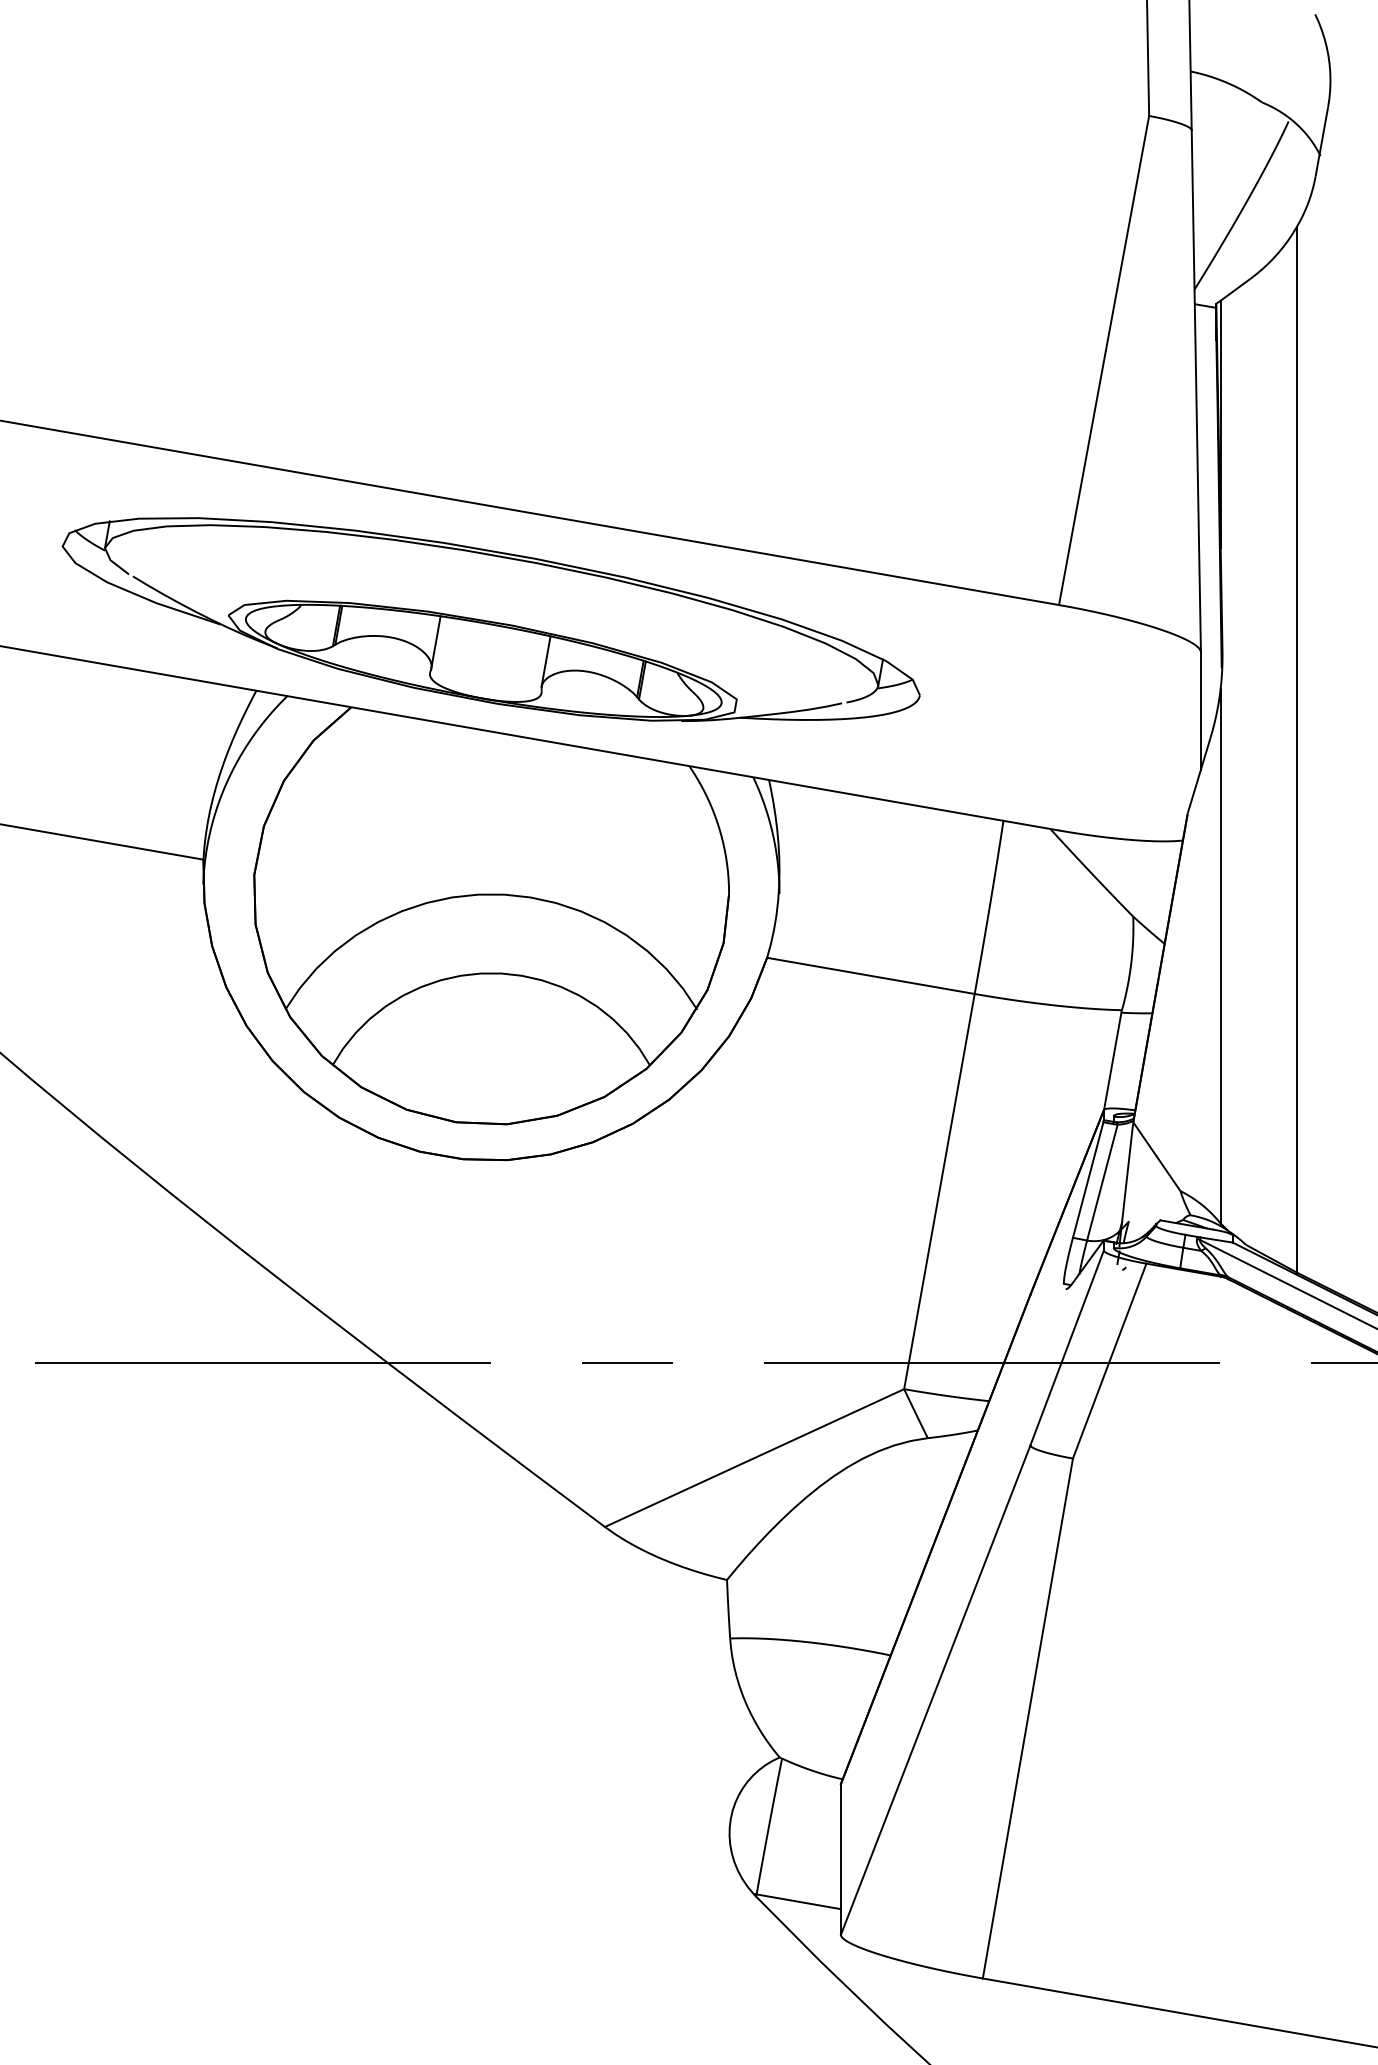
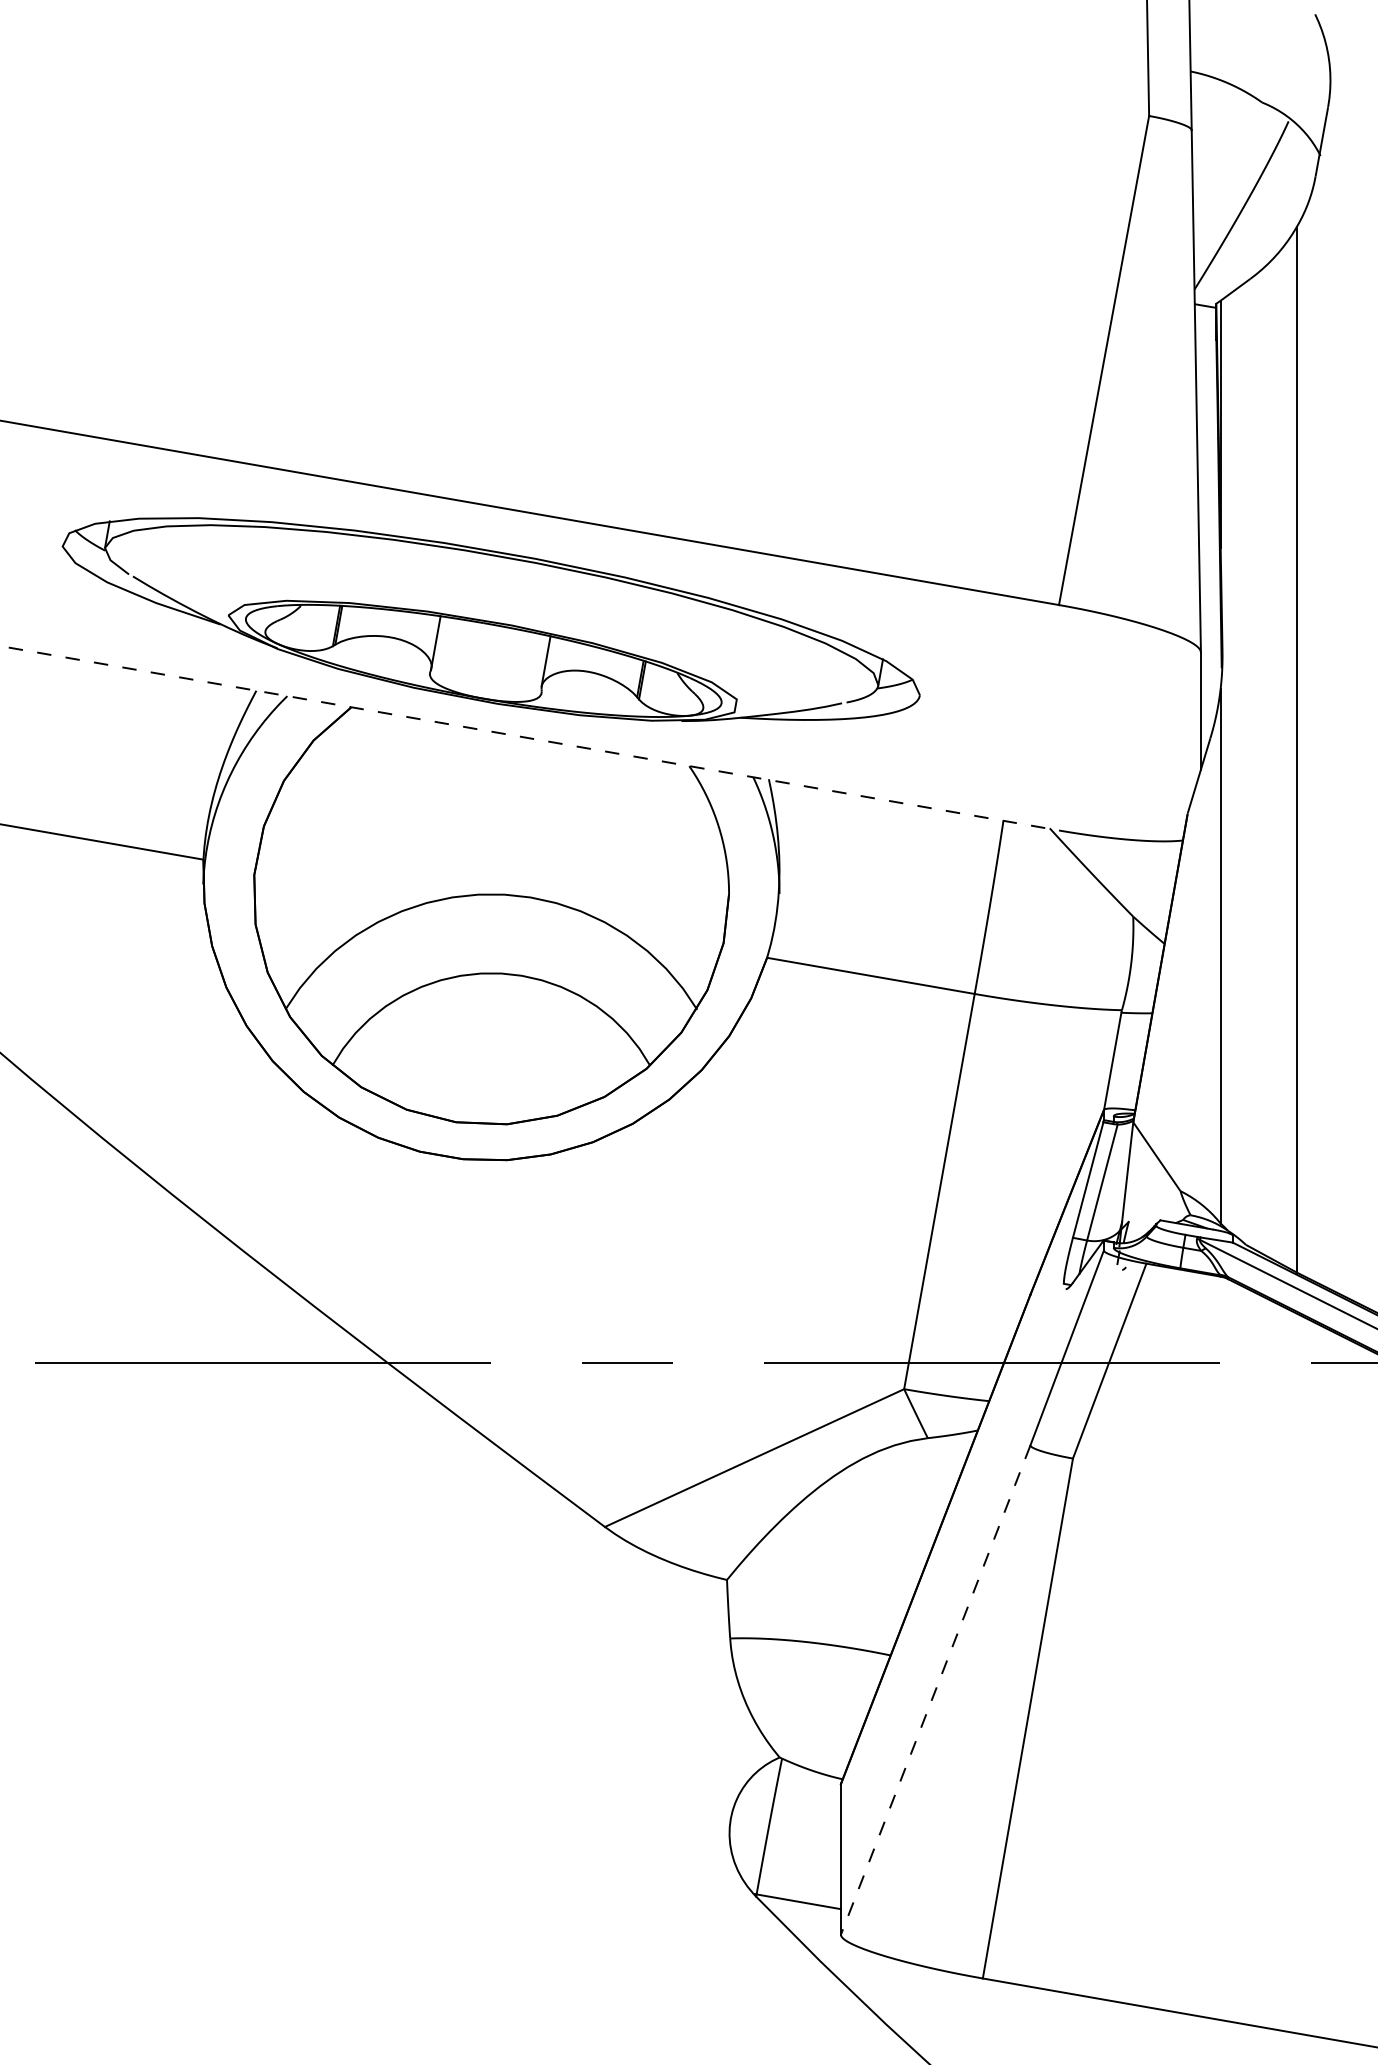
line at (530, 738): solid -> dashed
line at (935, 1690): solid -> dashed
